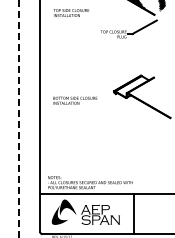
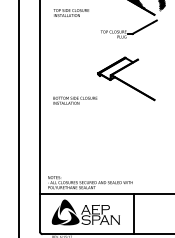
part at (142, 96) position: (142, 96) -> (126, 78)
line at (19, 119): dashed -> solid
fill at (69, 217): none -> present
